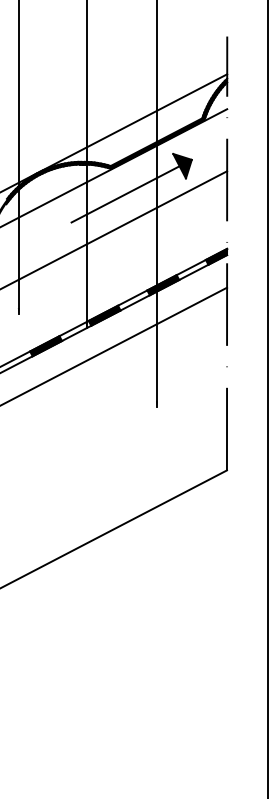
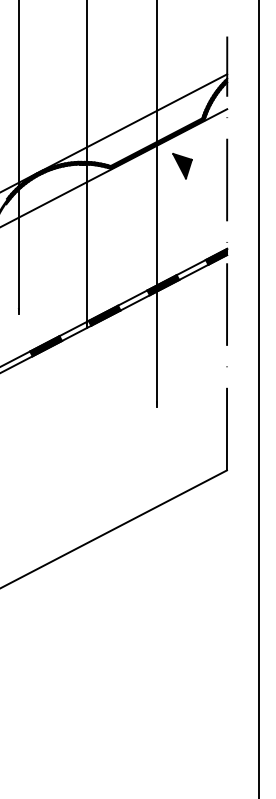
line at (125, 194): present -> none
line at (114, 229): present -> none
line at (114, 345): present -> none
line at (267, 398) position: (267, 398) -> (258, 398)
